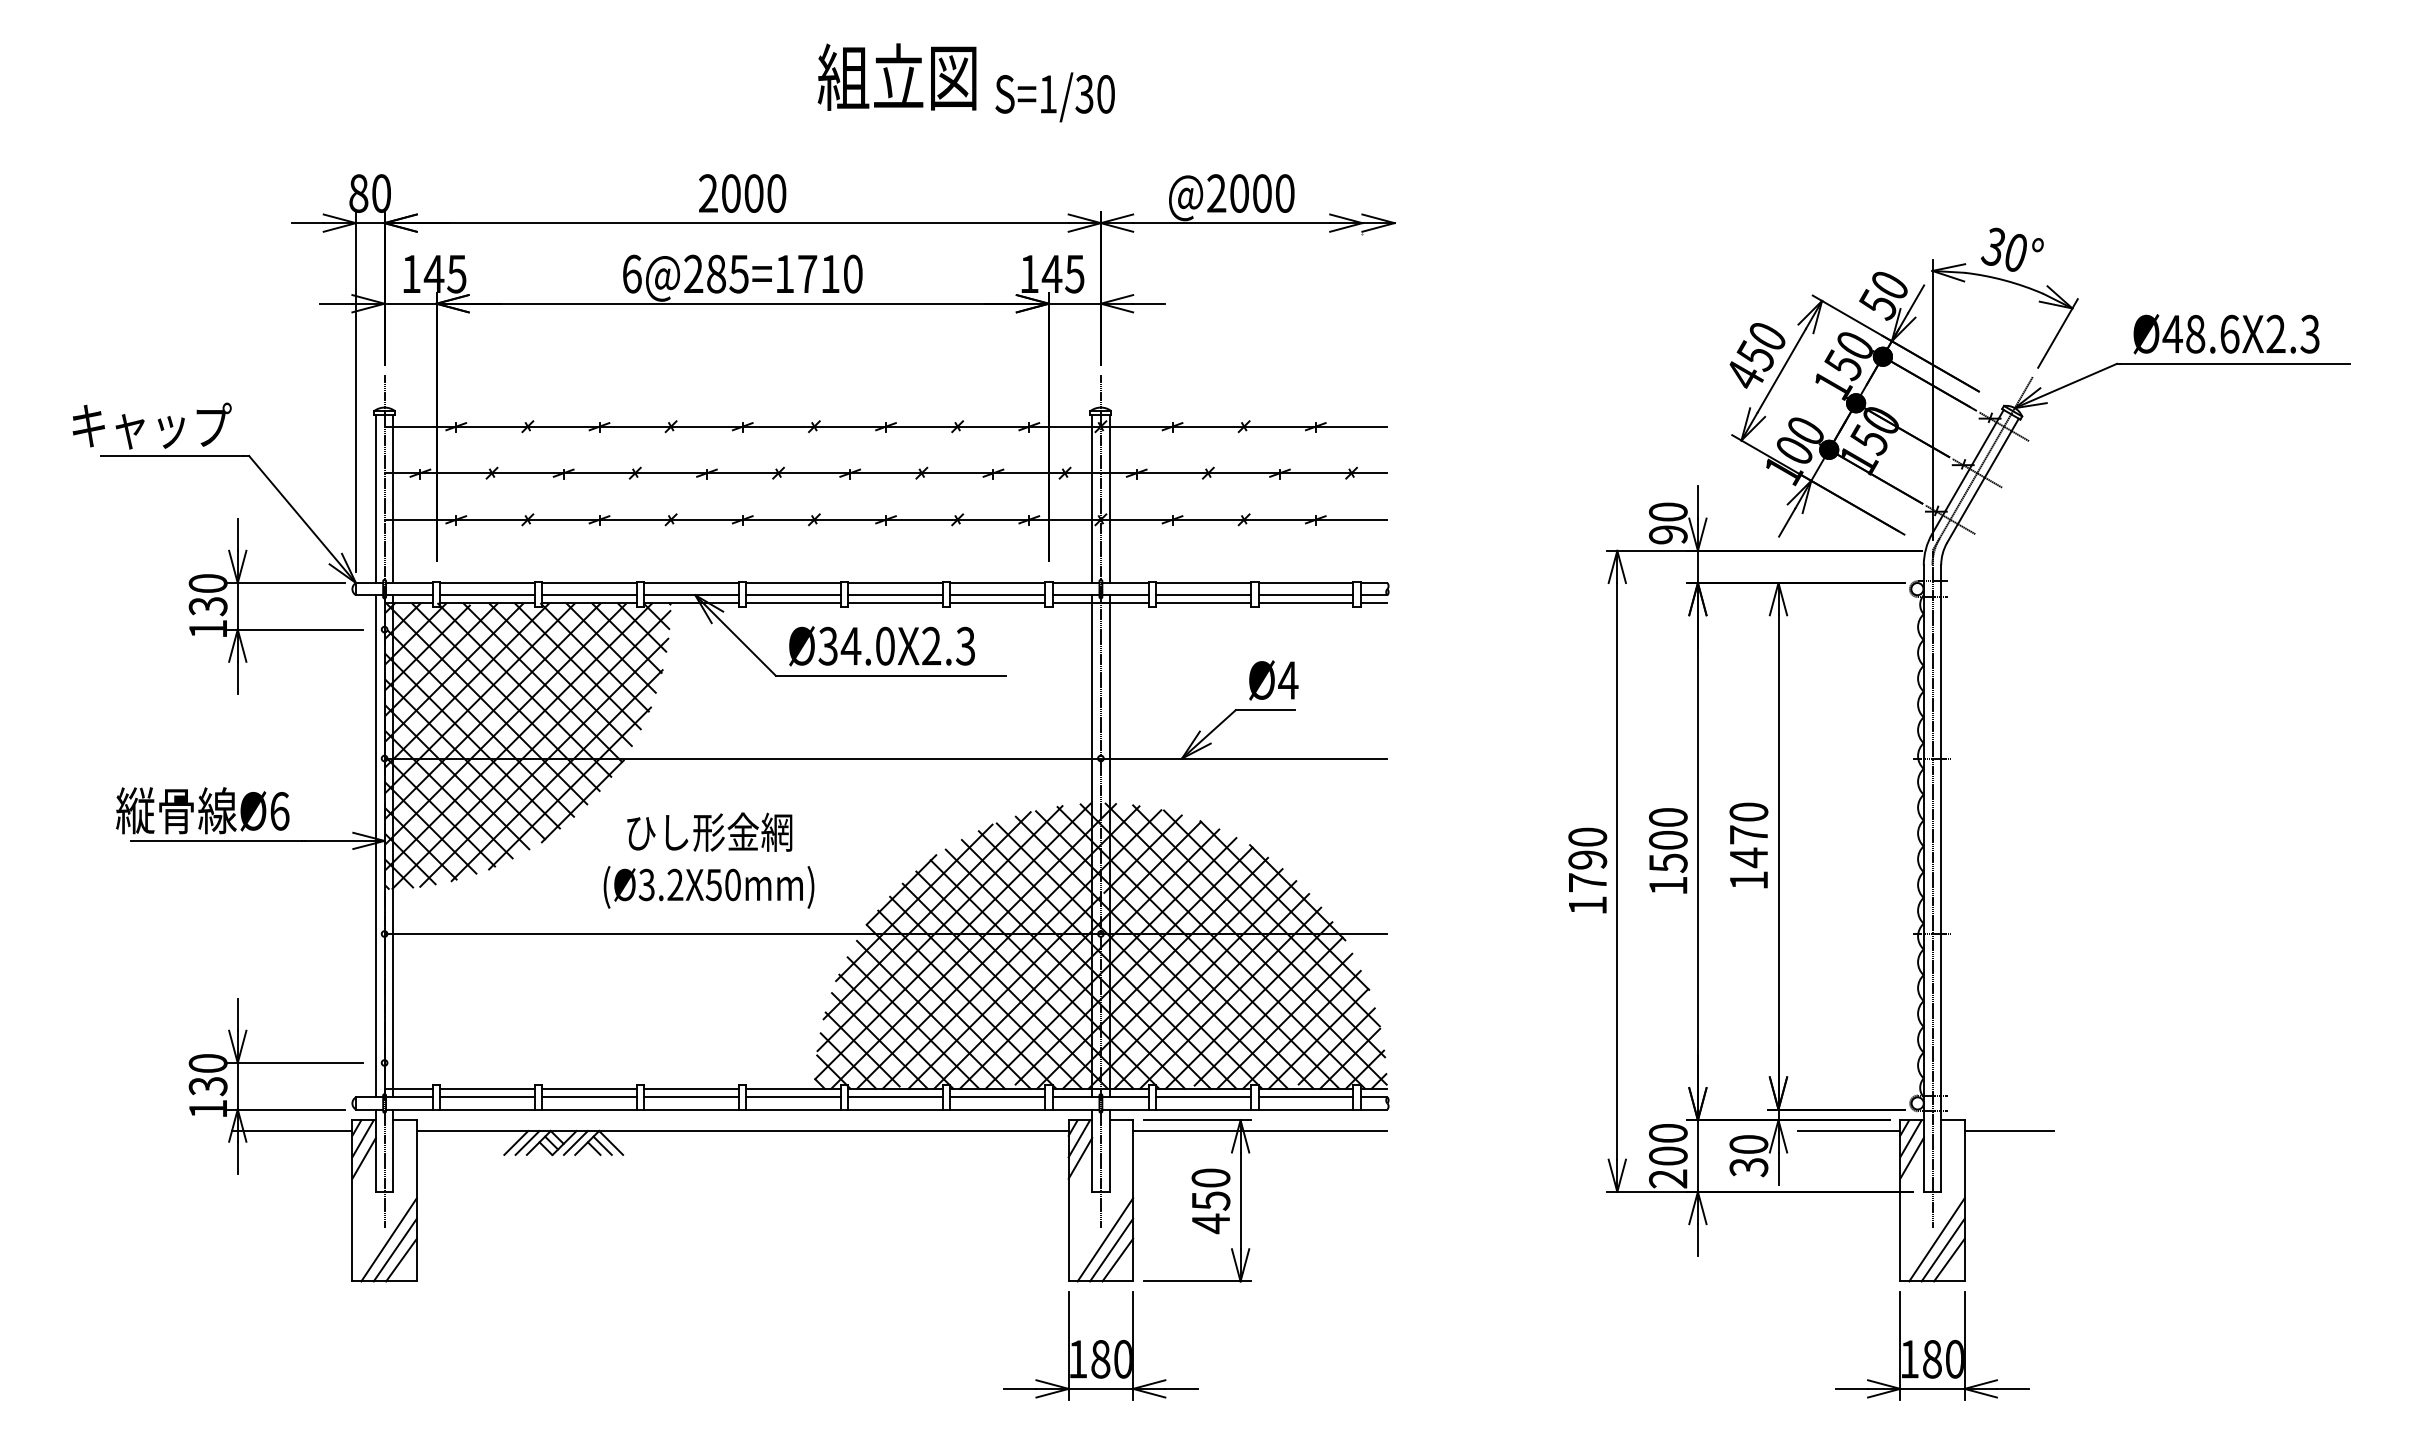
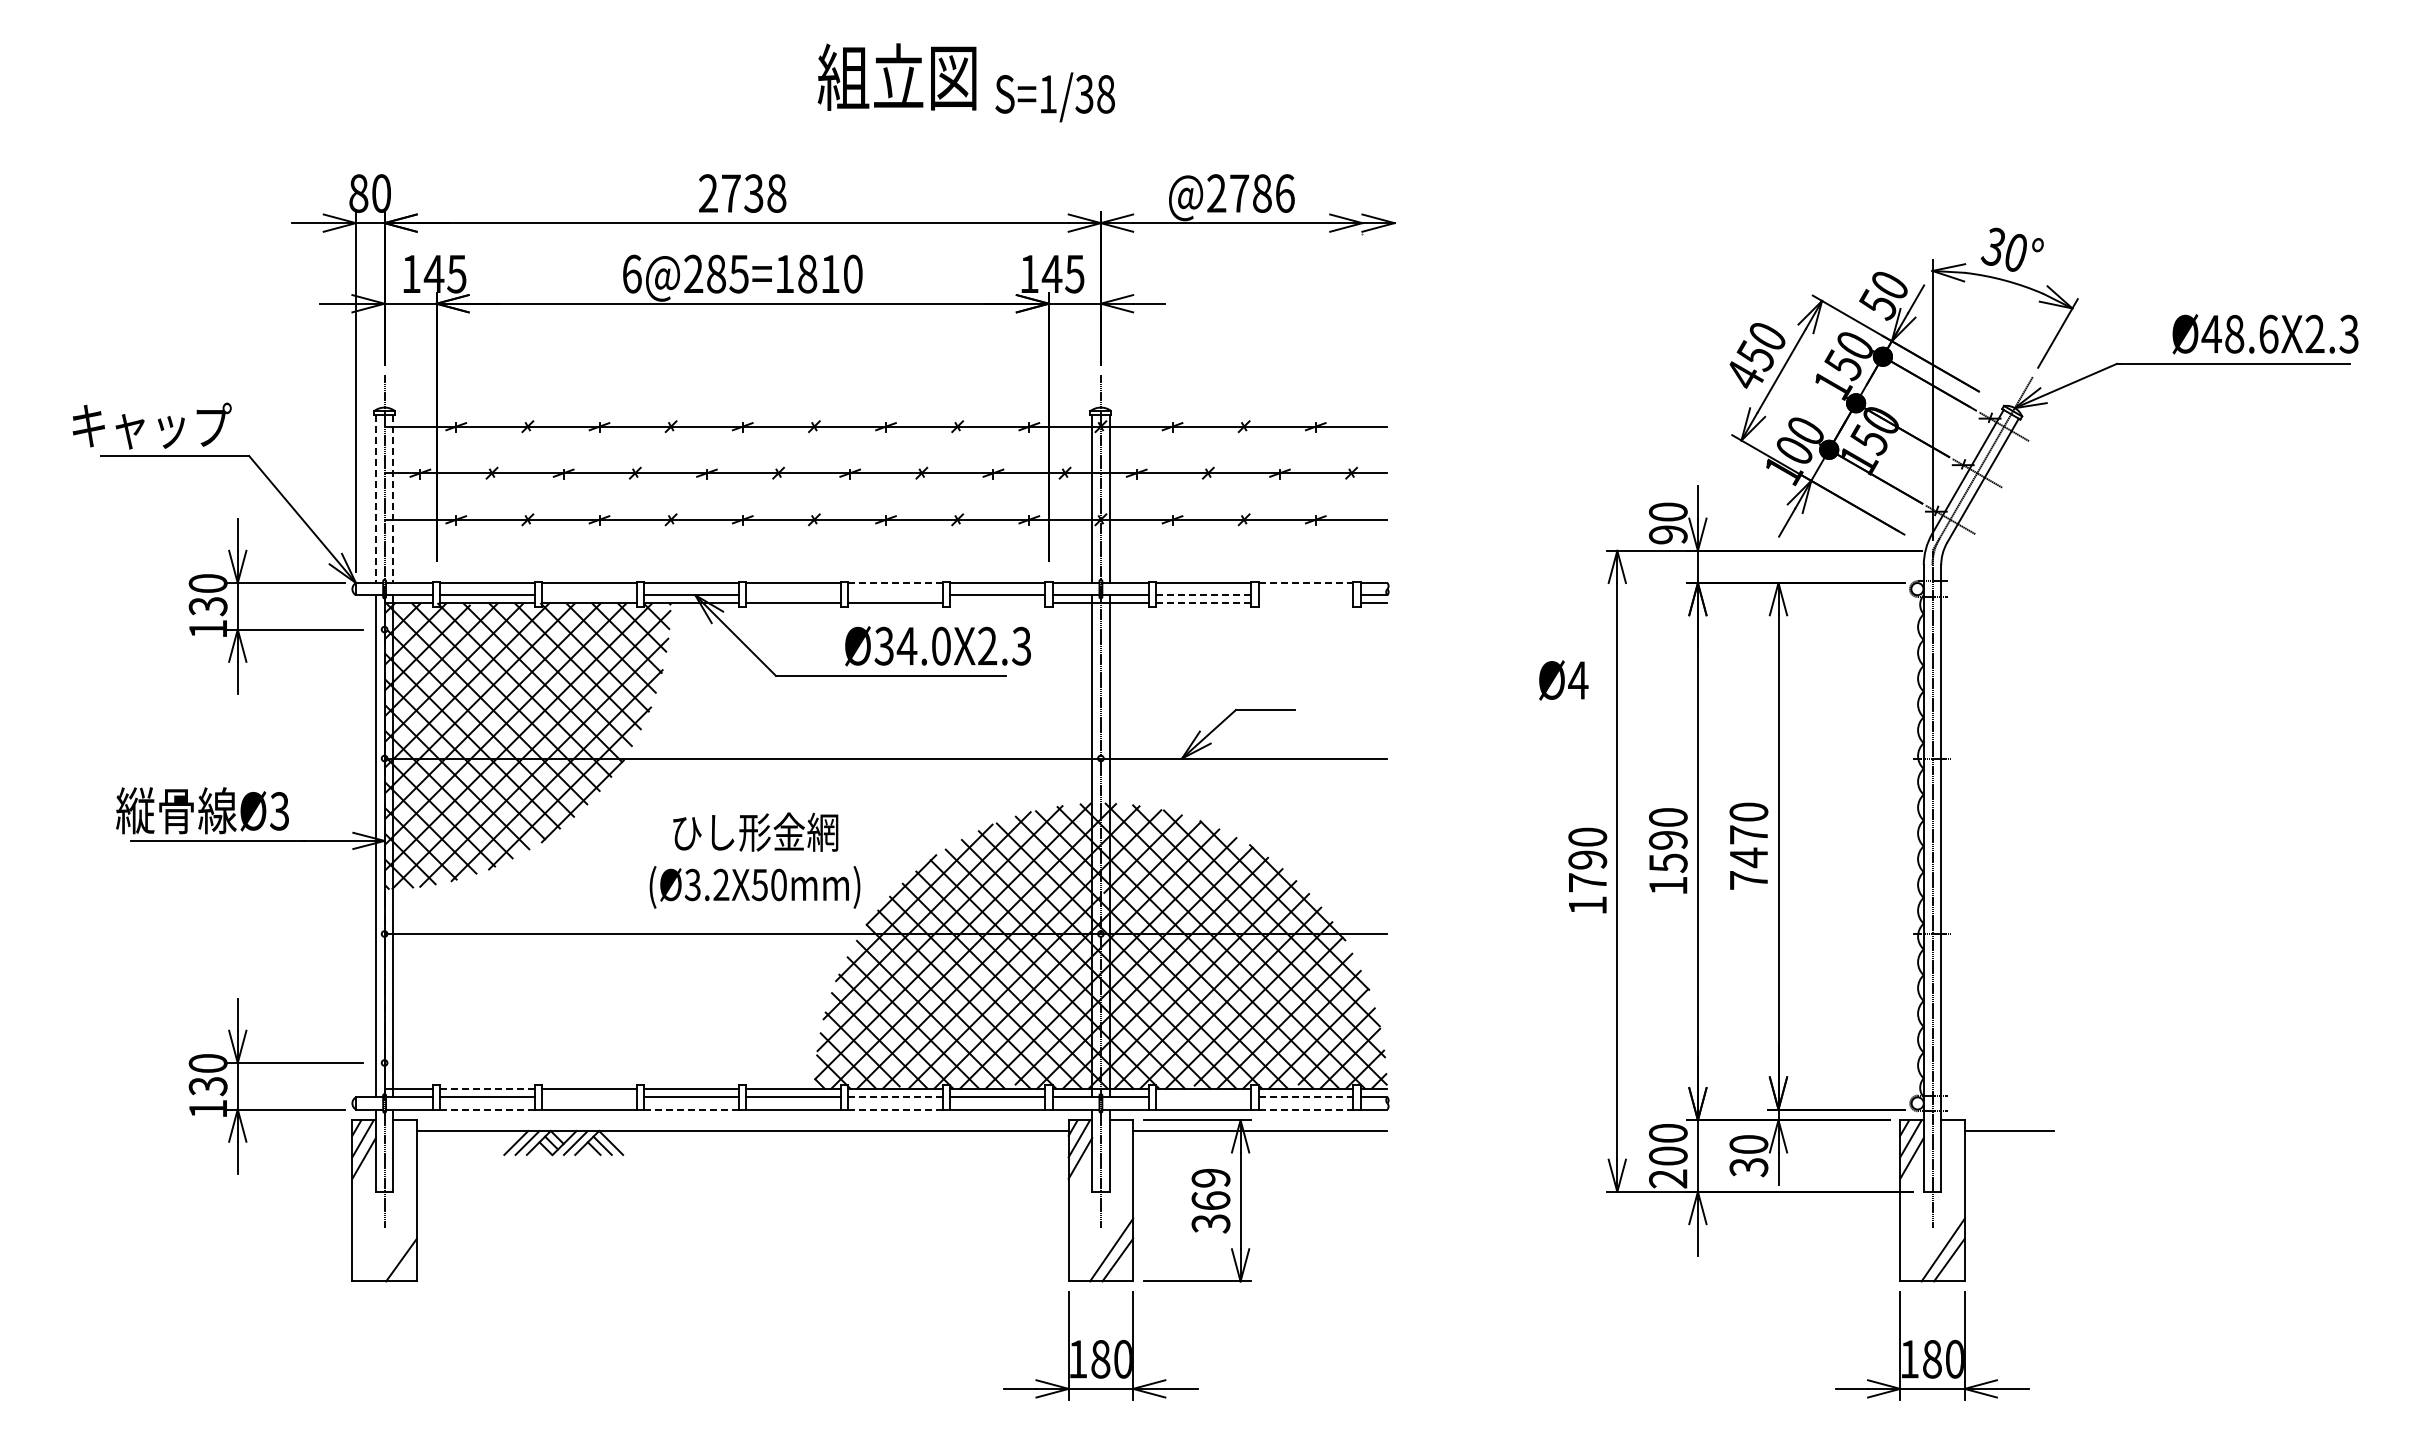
text at (1105, 94): S=1/30 -> S=1/38
text at (754, 193): 2000 -> 2738
text at (1262, 193): @2000 -> @2786
text at (807, 273): 6@285=1710 -> 6@285=1810
text at (2226, 334) position: (2226, 334) -> (2265, 334)
line at (375, 499): solid -> dashed
line at (393, 499): solid -> dashed
line at (896, 583): solid -> dashed
line at (1306, 583): solid -> dashed
line at (589, 595): present -> none
line at (793, 595): present -> none
line at (895, 595): present -> none
line at (1204, 595): solid -> dashed
line at (1305, 595): present -> none
line at (997, 603): present -> none
line at (1204, 603): solid -> dashed
line at (1305, 603): present -> none
text at (881, 646) position: (881, 646) -> (937, 646)
text at (1273, 680) position: (1273, 680) -> (1563, 680)
text at (279, 811): Ø6 -> Ø3
text at (1668, 839): 1500 -> 1590
text at (708, 860) position: (708, 860) -> (754, 860)
text at (1748, 880): 1470 -> 7470
line at (488, 1089): solid -> dashed
line at (589, 1097): present -> none
line at (896, 1097): solid -> dashed
line at (1203, 1097): present -> none
line at (1306, 1097): solid -> dashed
line at (488, 1109): solid -> dashed
line at (692, 1109): solid -> dashed
line at (896, 1109): solid -> dashed
line at (1306, 1109): solid -> dashed
line at (292, 1131): present -> none
line at (1849, 1131): present -> none
text at (1210, 1201): 450 -> 369
line at (388, 1239): present -> none
line at (1105, 1239): present -> none
line at (1936, 1239): present -> none
line at (394, 1249): present -> none
